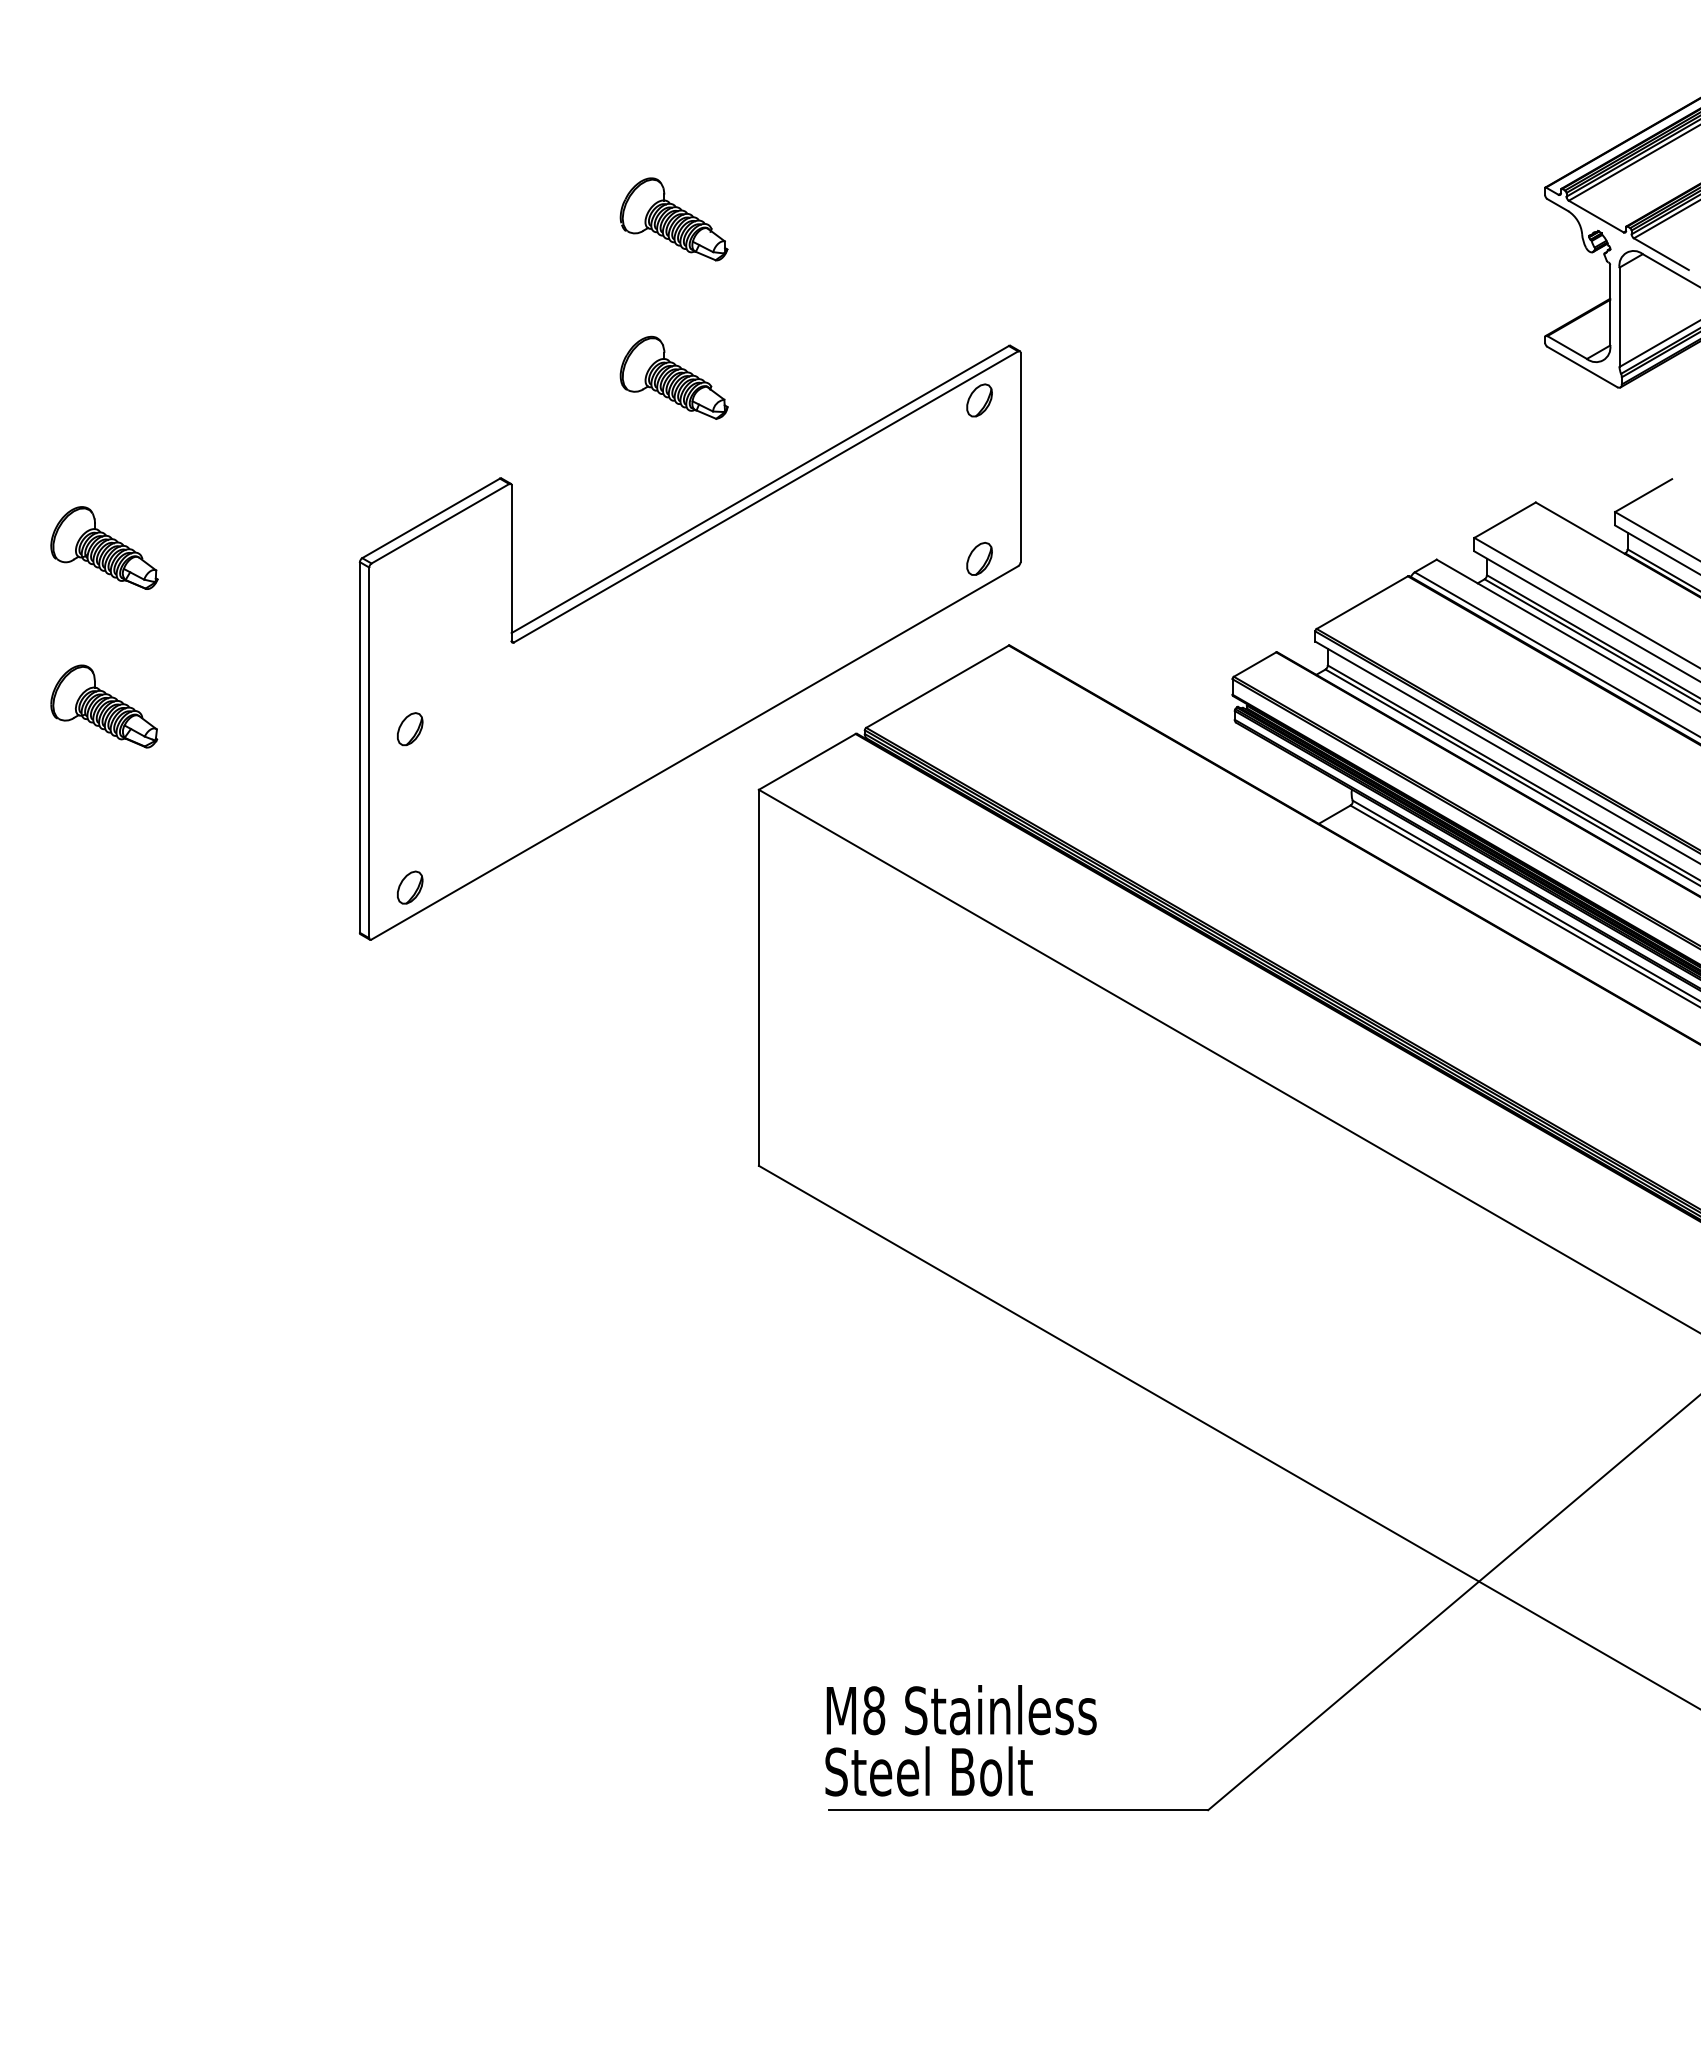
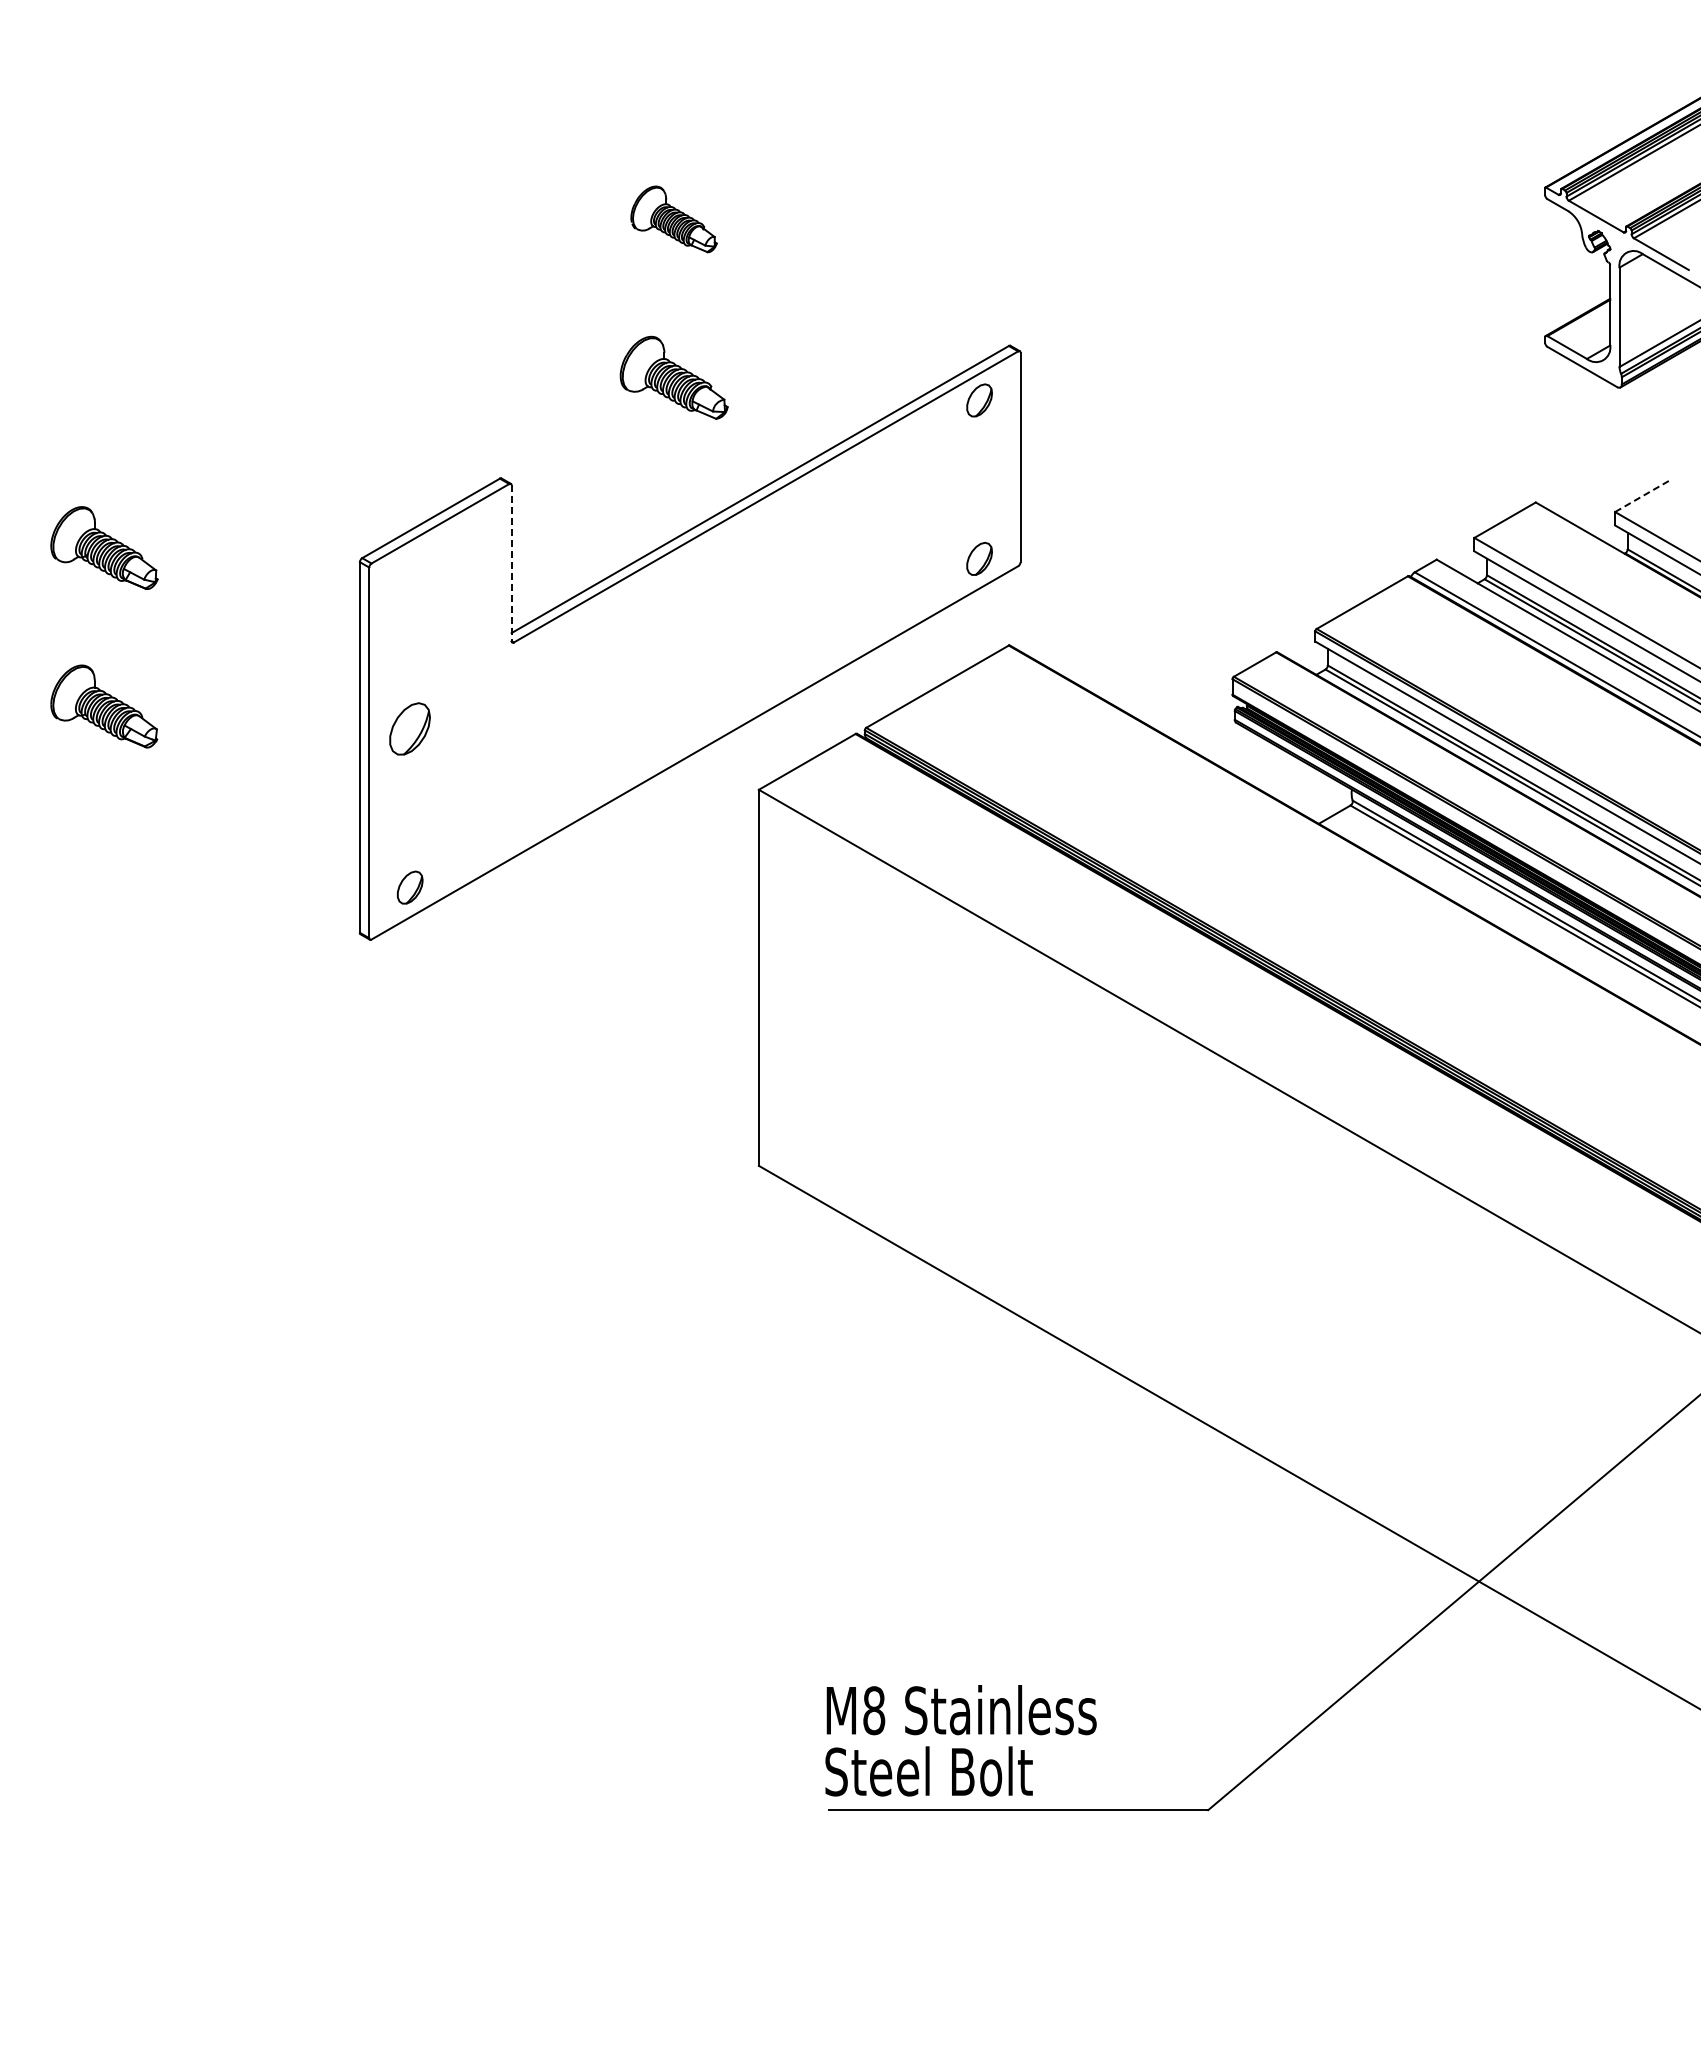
part at (673, 219) size: 110x85 px -> 88x69 px
line at (1643, 495): solid -> dashed
line at (511, 563): solid -> dashed
part at (410, 729) size: 27x35 px -> 42x54 px
